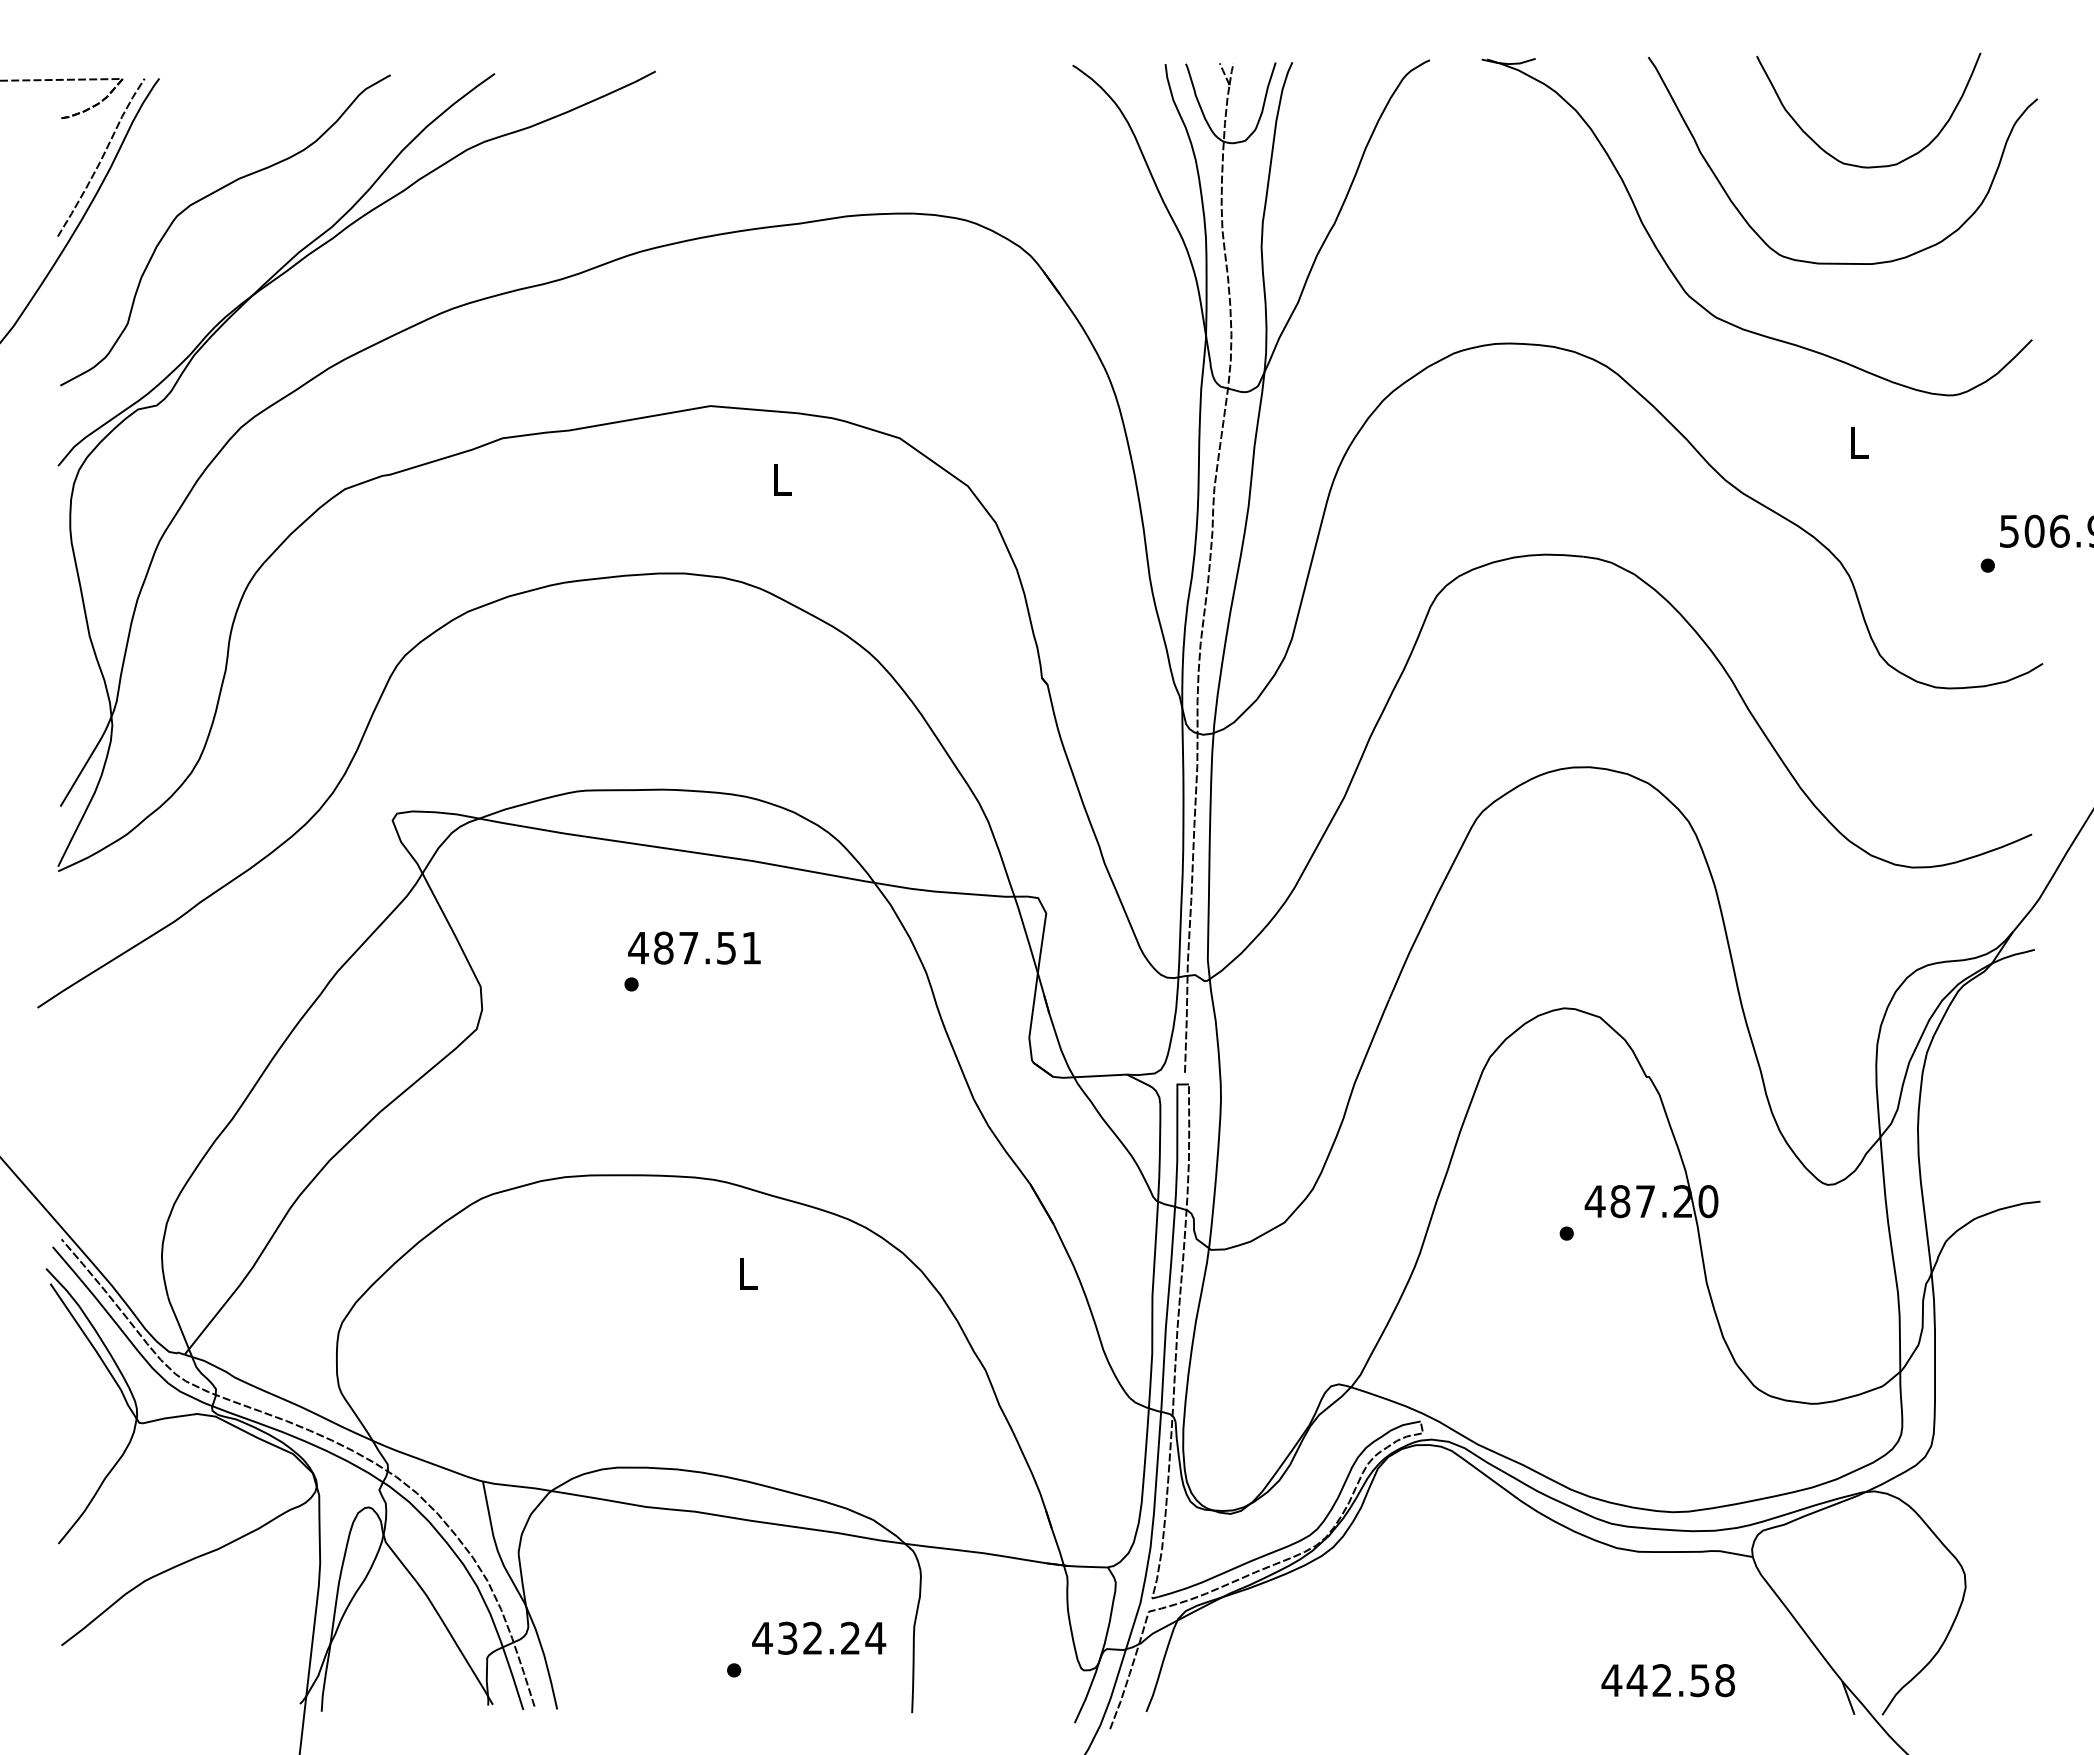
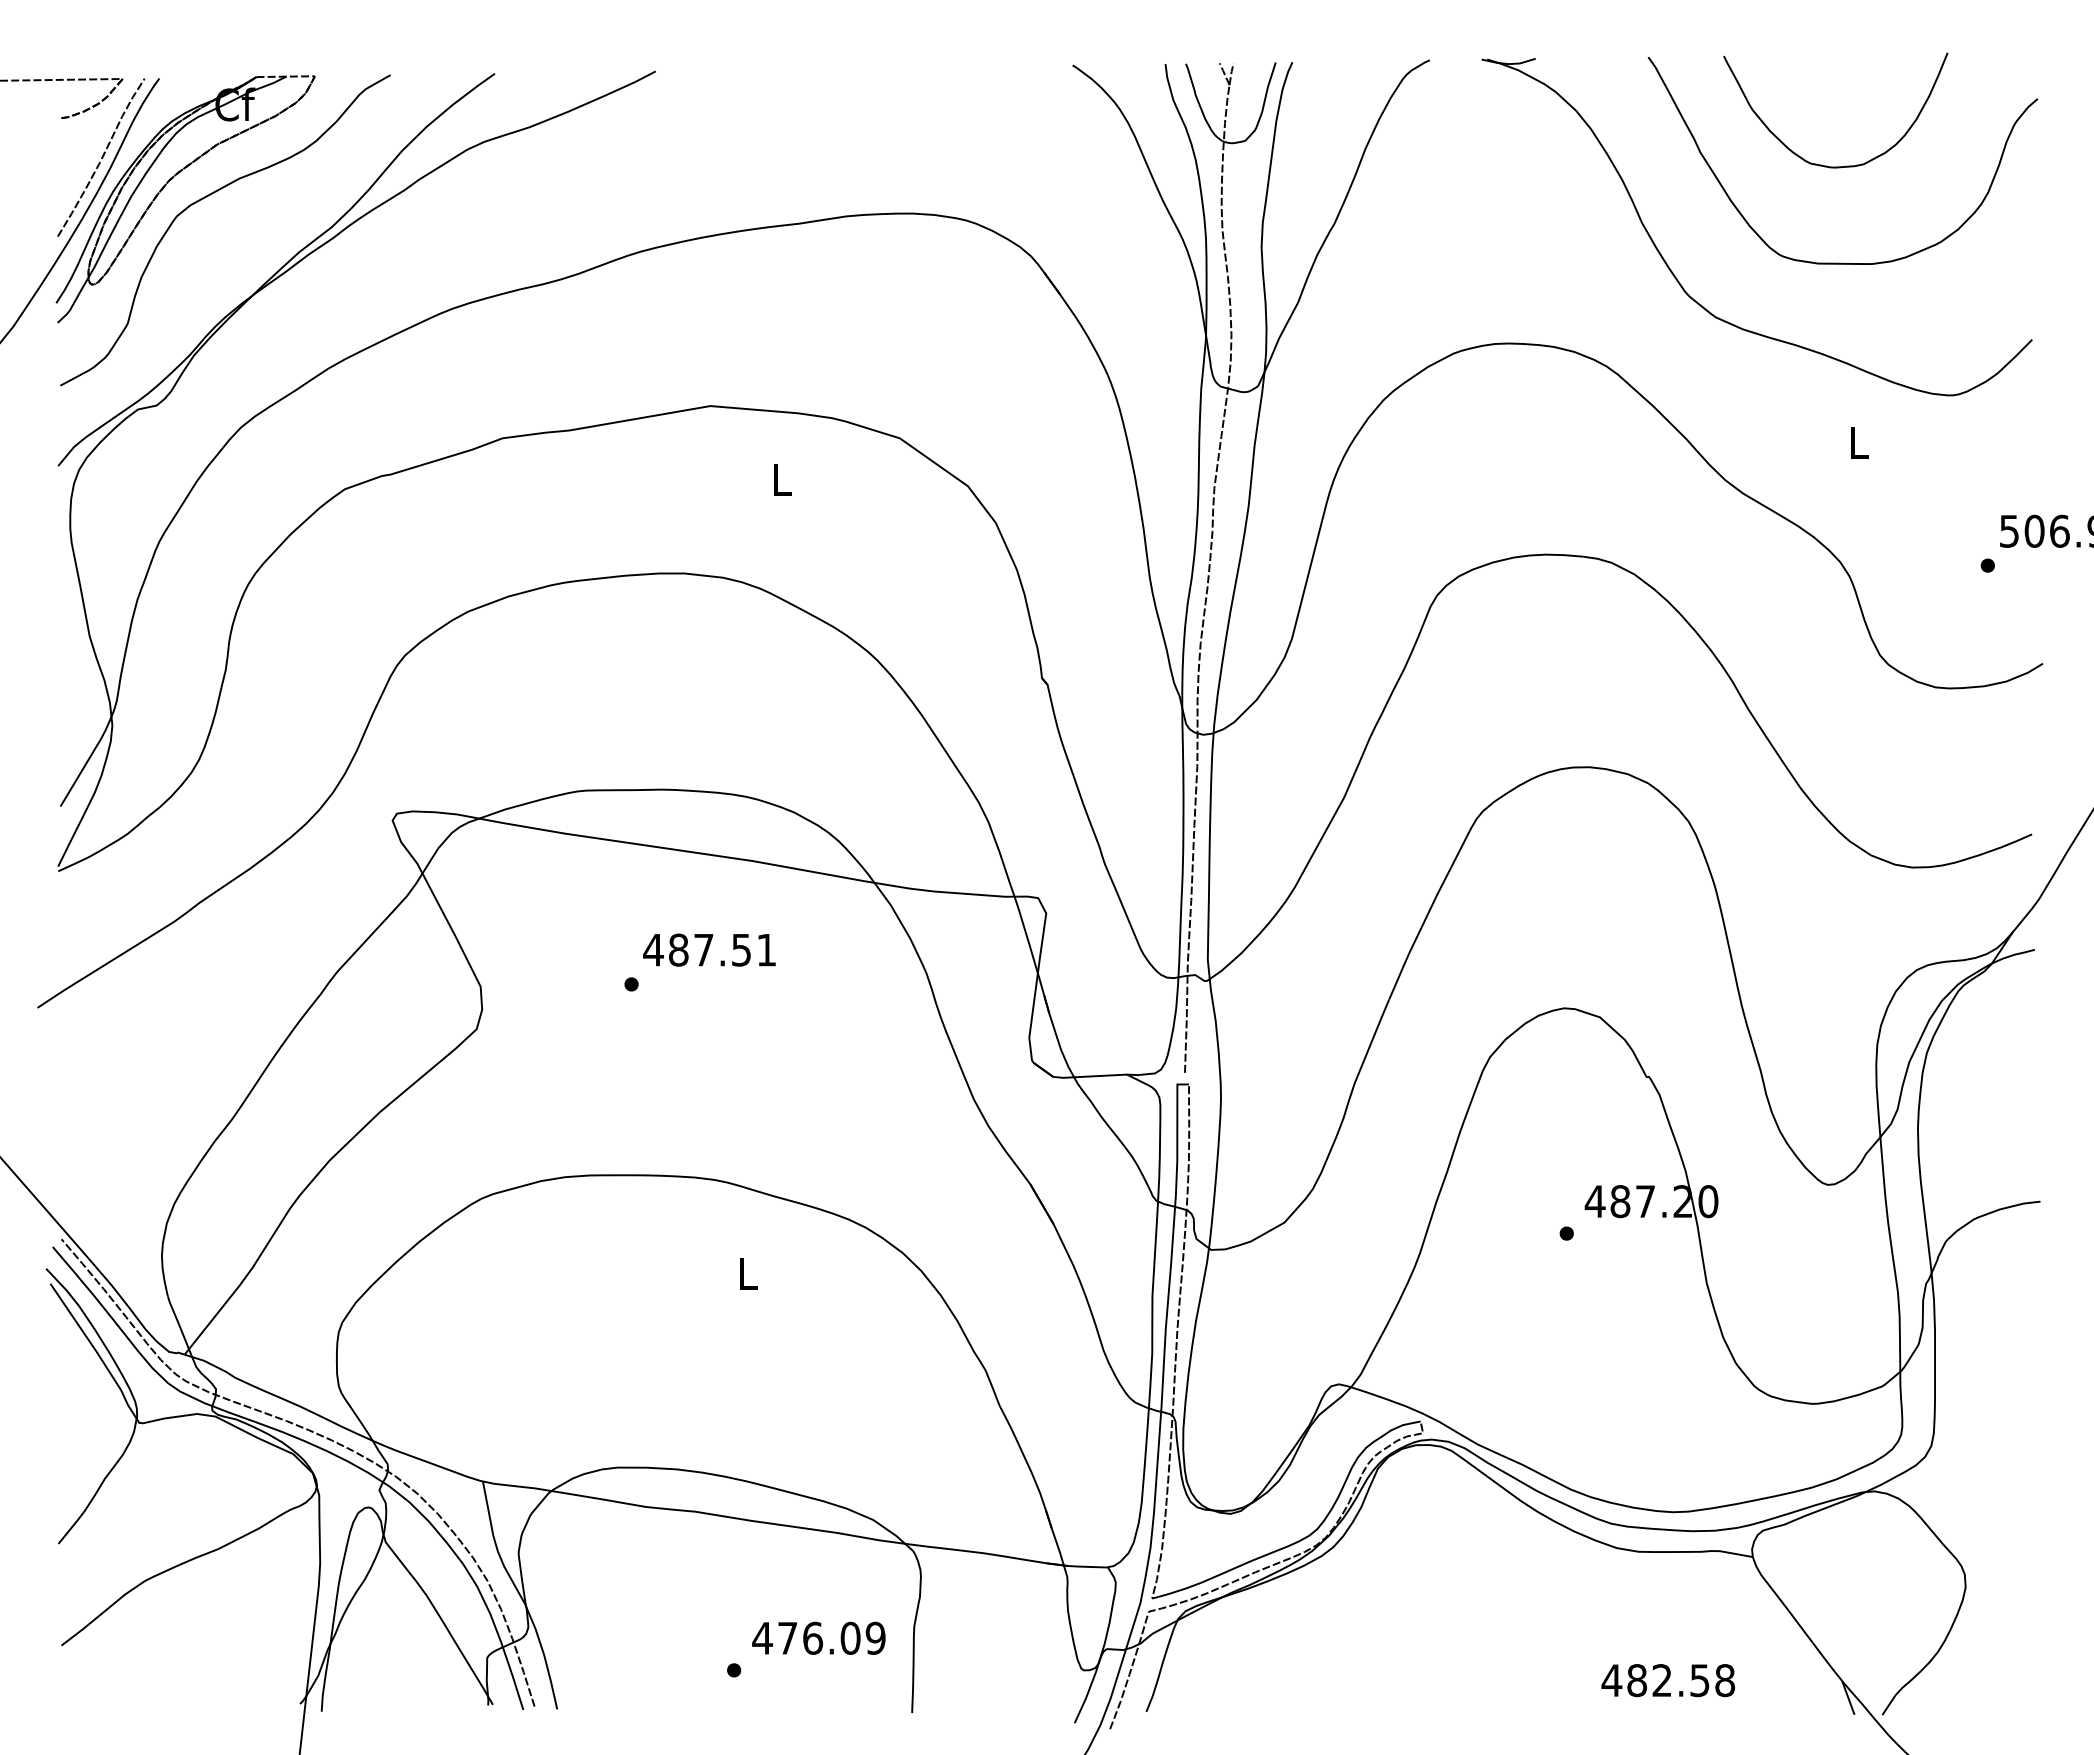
curve at (1860, 165) position: (1860, 165) -> (1827, 165)
part at (166, 185): none -> present
text at (694, 947) position: (694, 947) -> (709, 949)
text at (832, 1637): 432.24 -> 476.09
text at (1636, 1680): 442.58 -> 482.58
